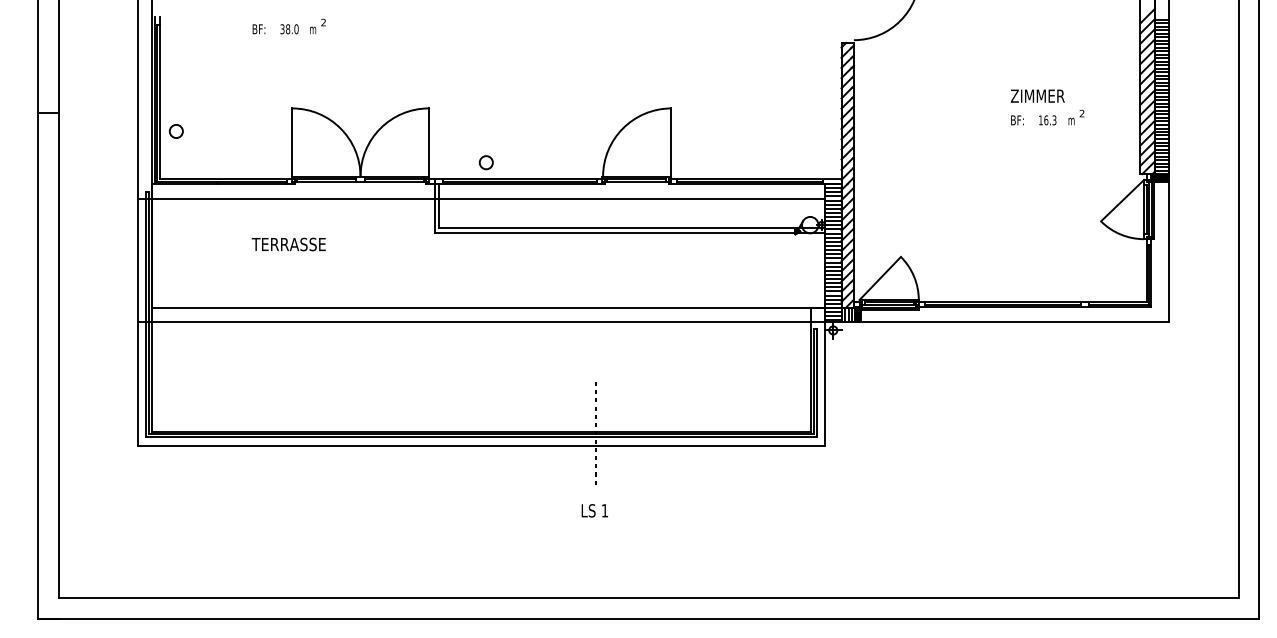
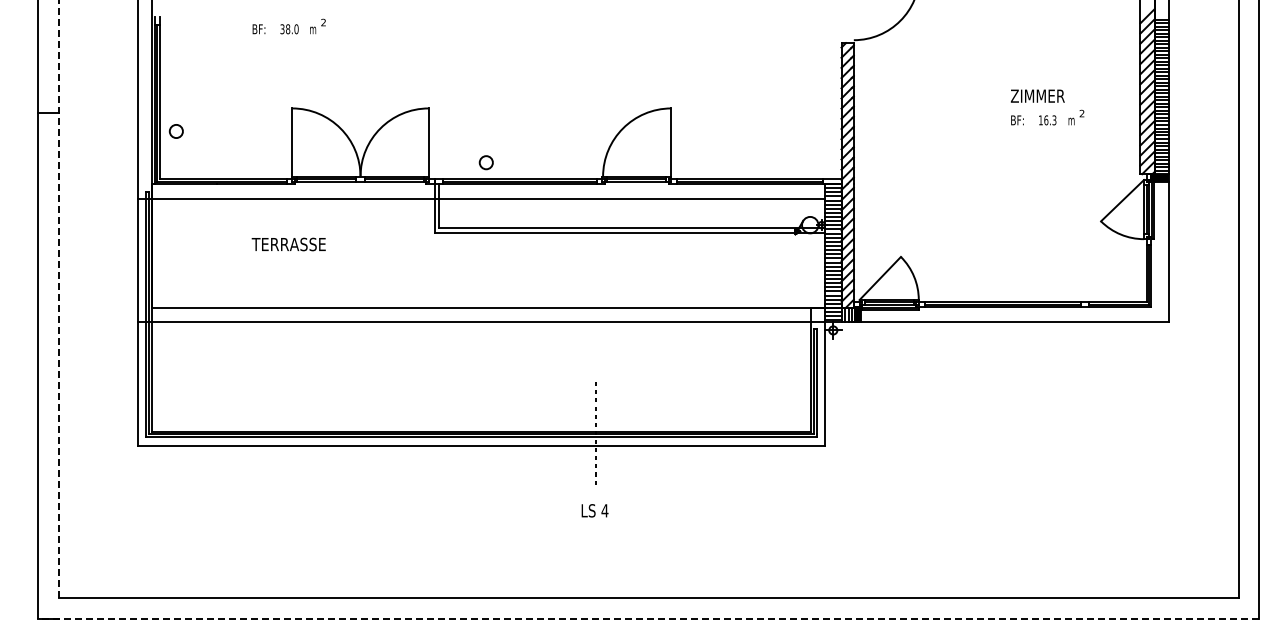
line at (58, 299): solid -> dashed
text at (604, 510): 1 -> 4
line at (648, 618): solid -> dashed
